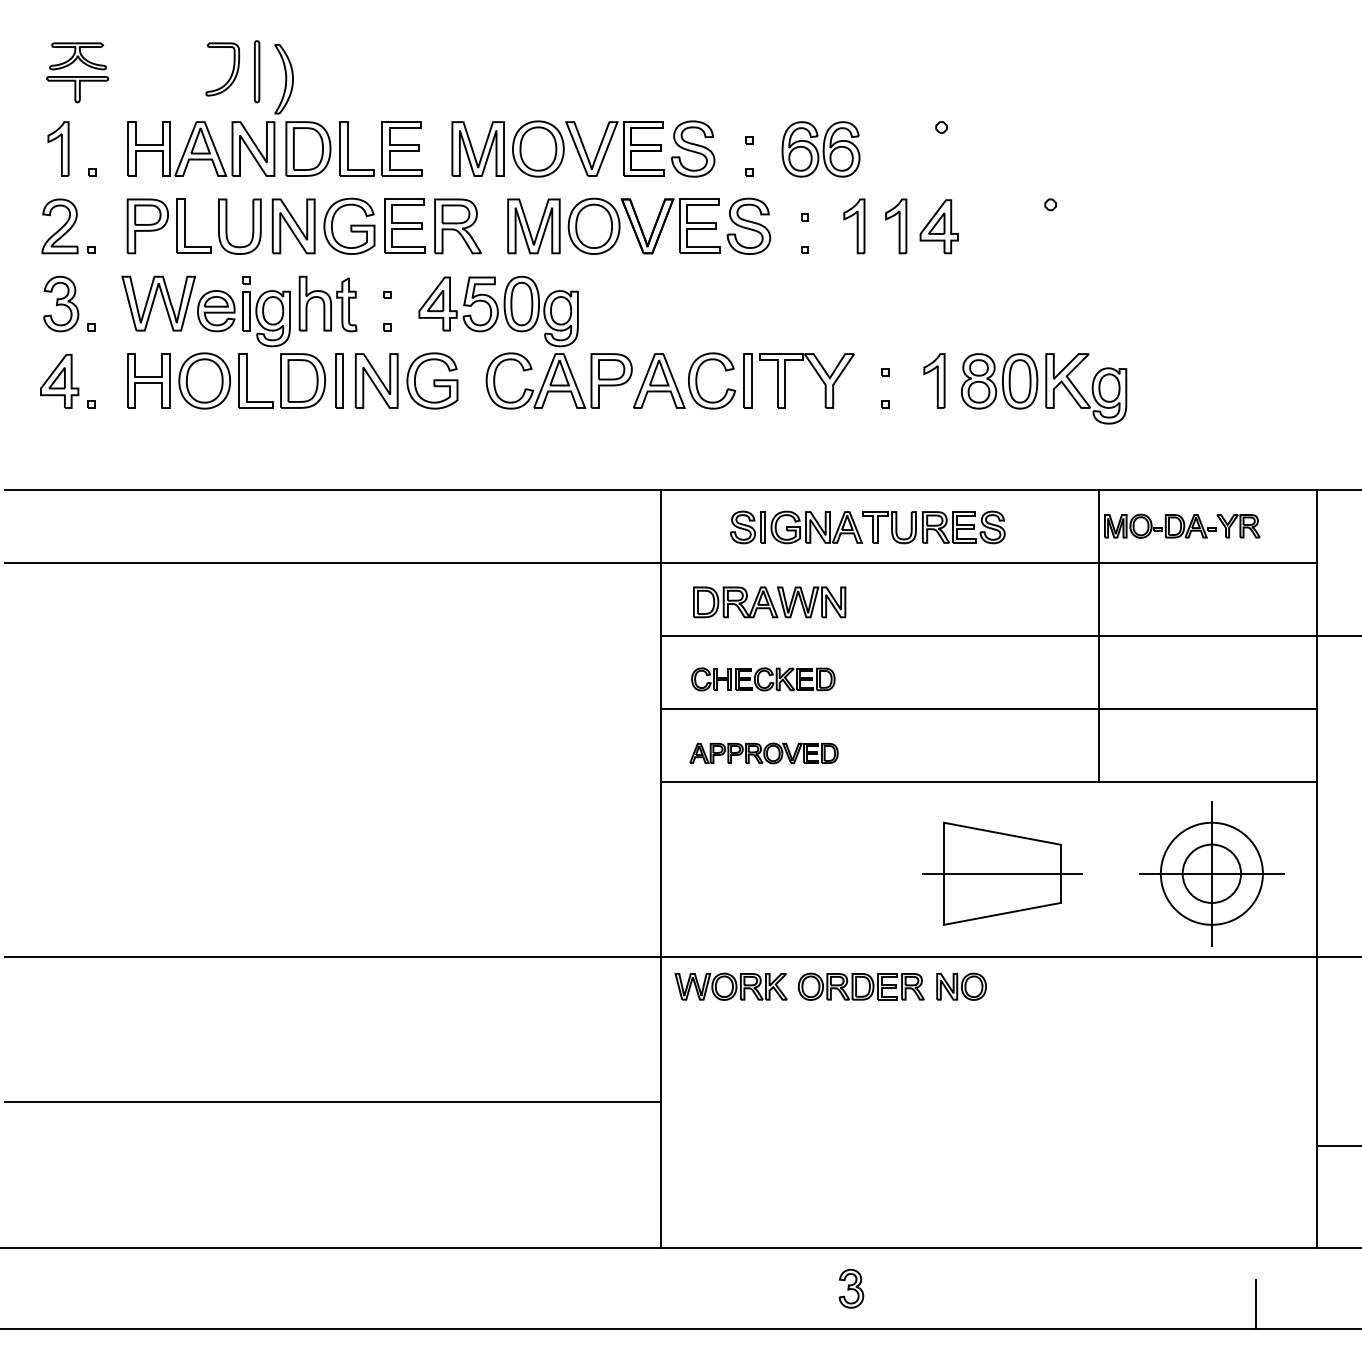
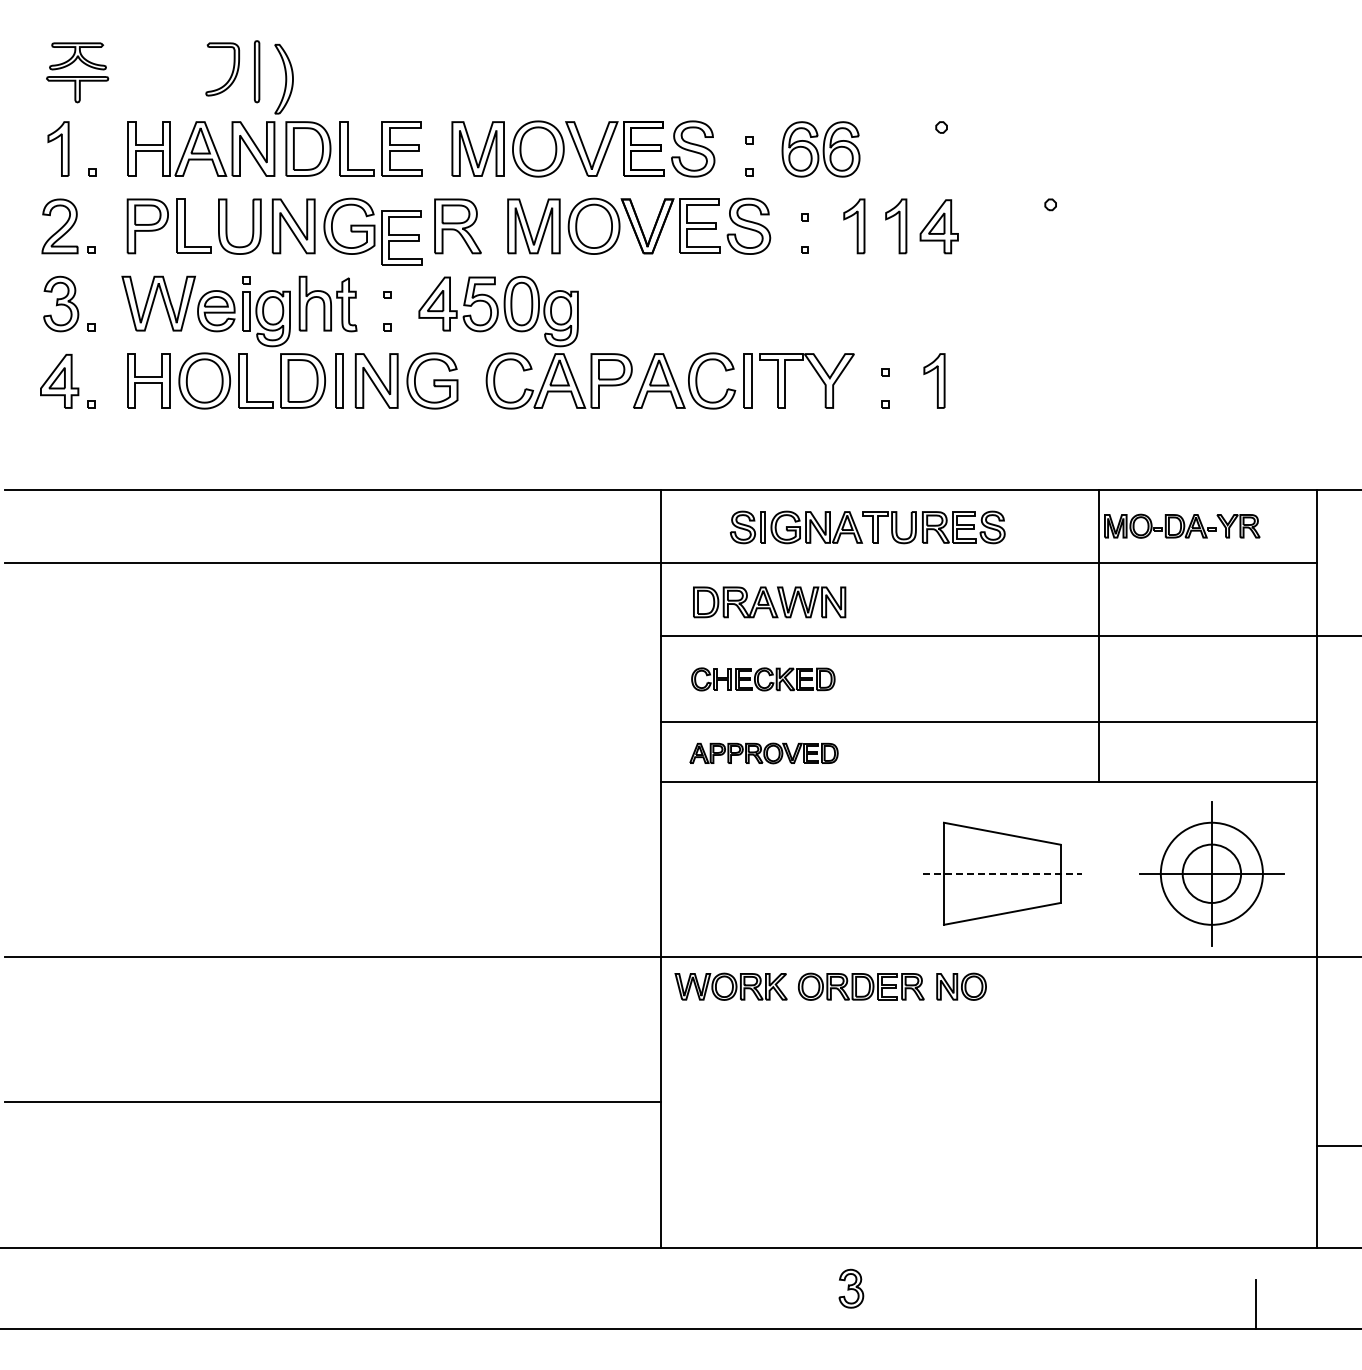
part at (404, 225) position: (404, 225) -> (401, 237)
part at (1044, 388): present -> none
line at (989, 708) position: (989, 708) -> (989, 721)
line at (1002, 873): solid -> dashed
